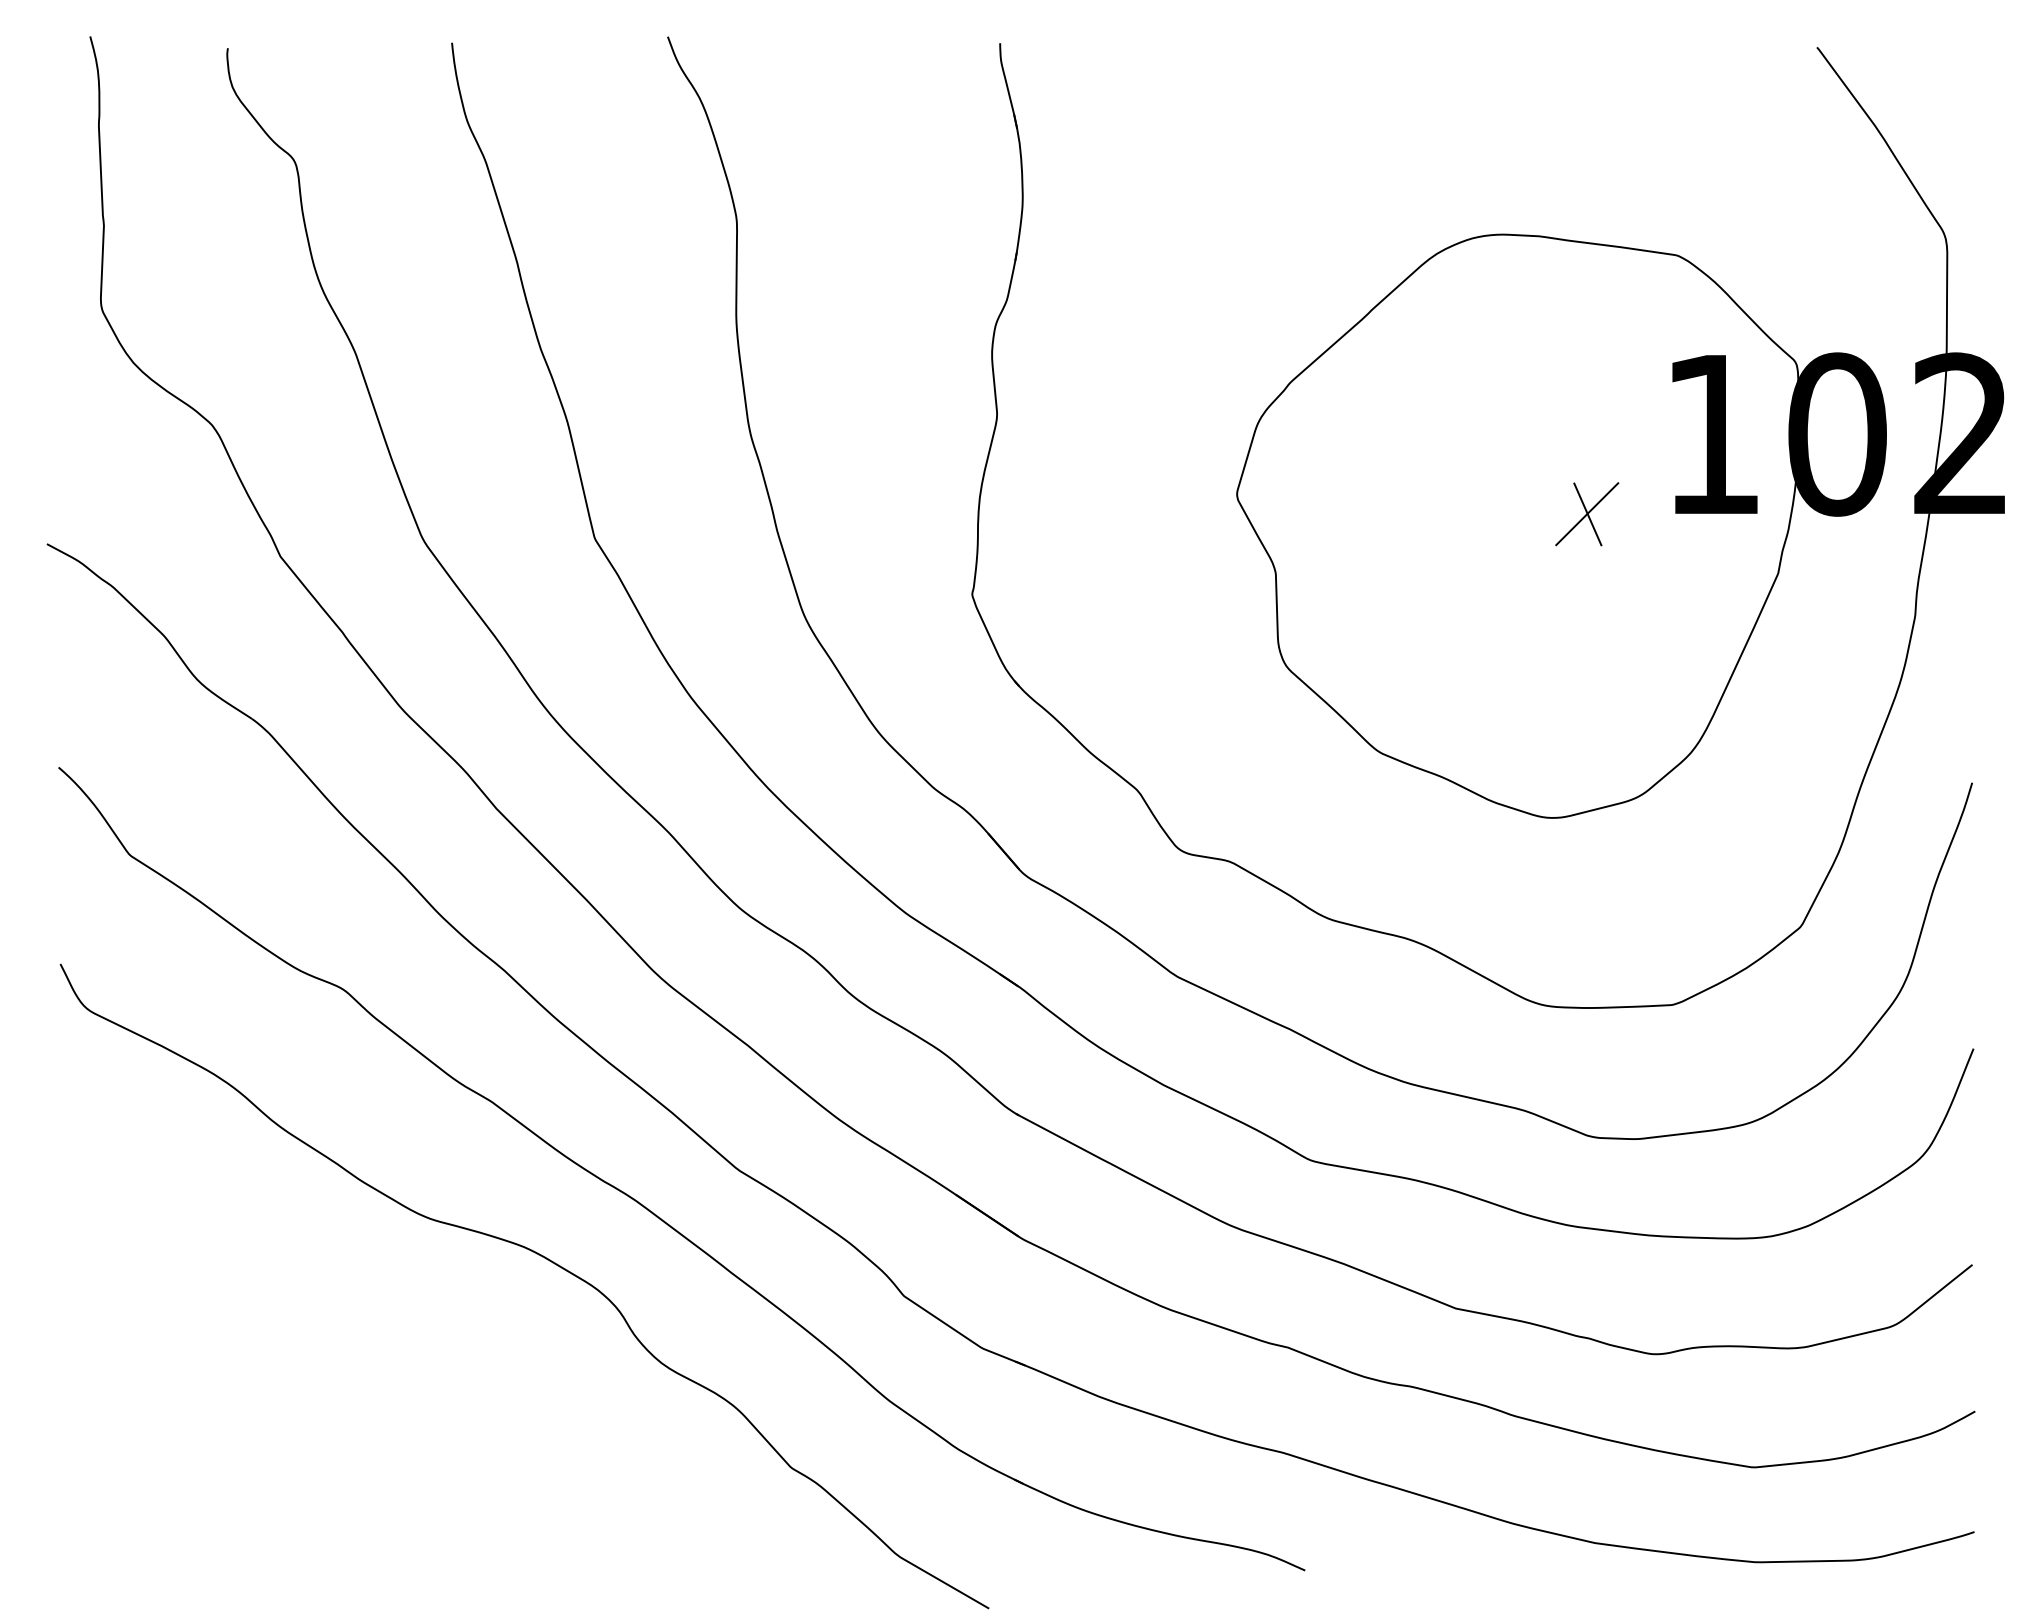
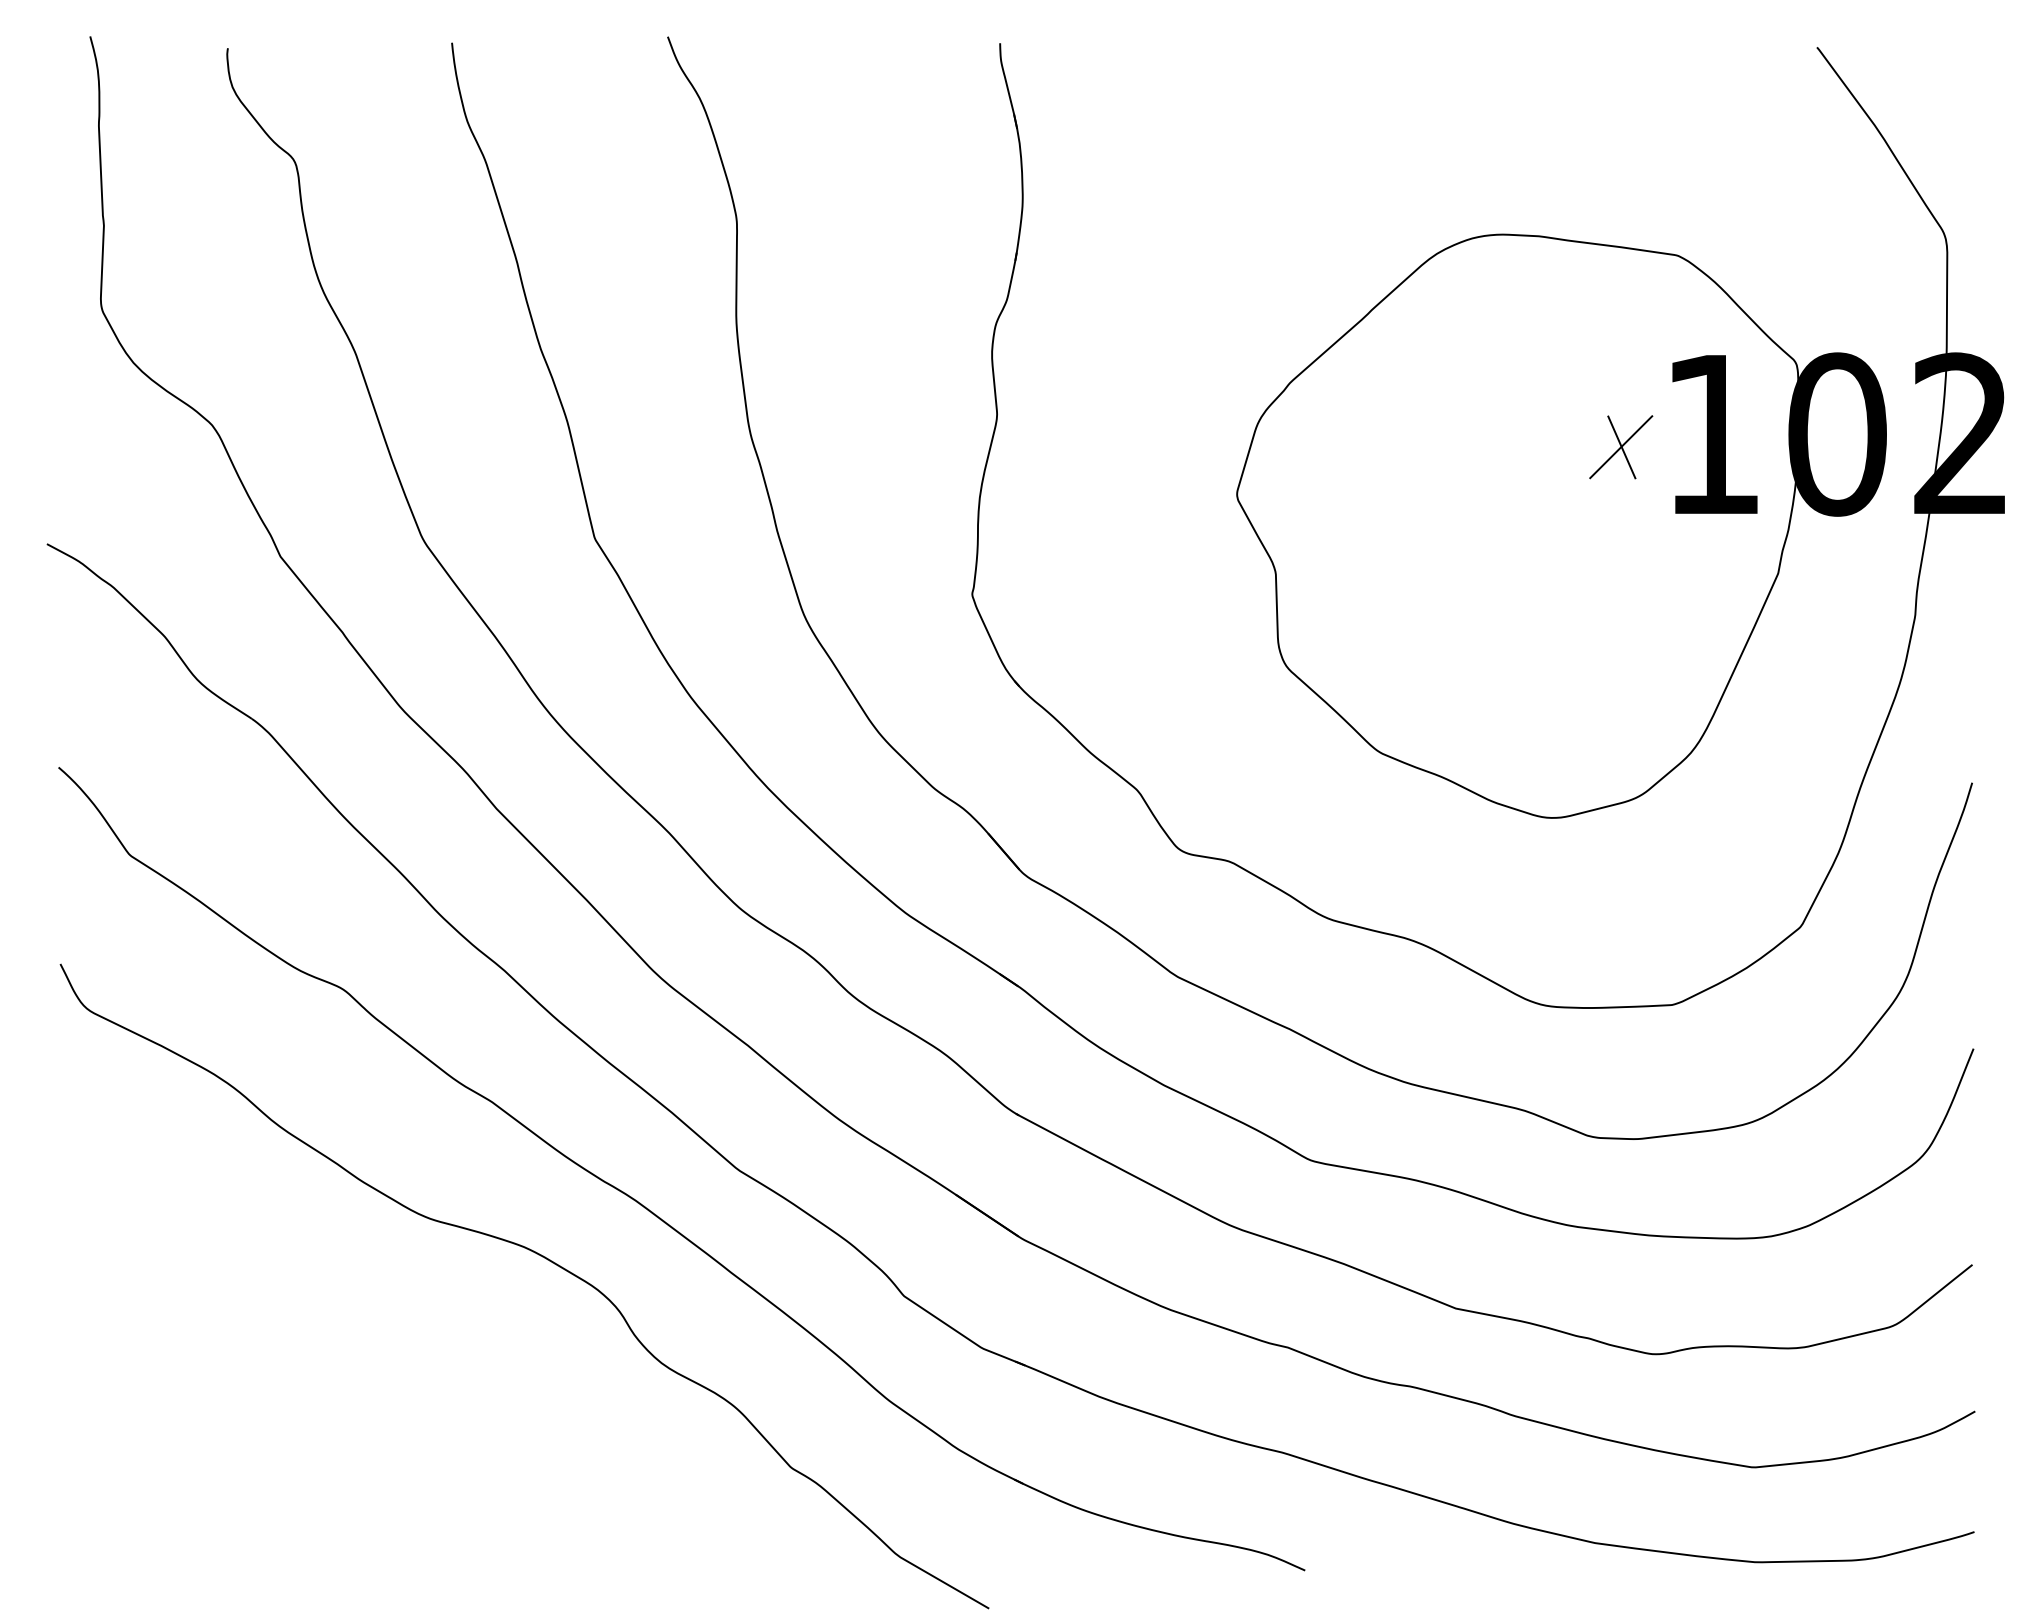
part at (1587, 514) position: (1587, 514) -> (1621, 447)
